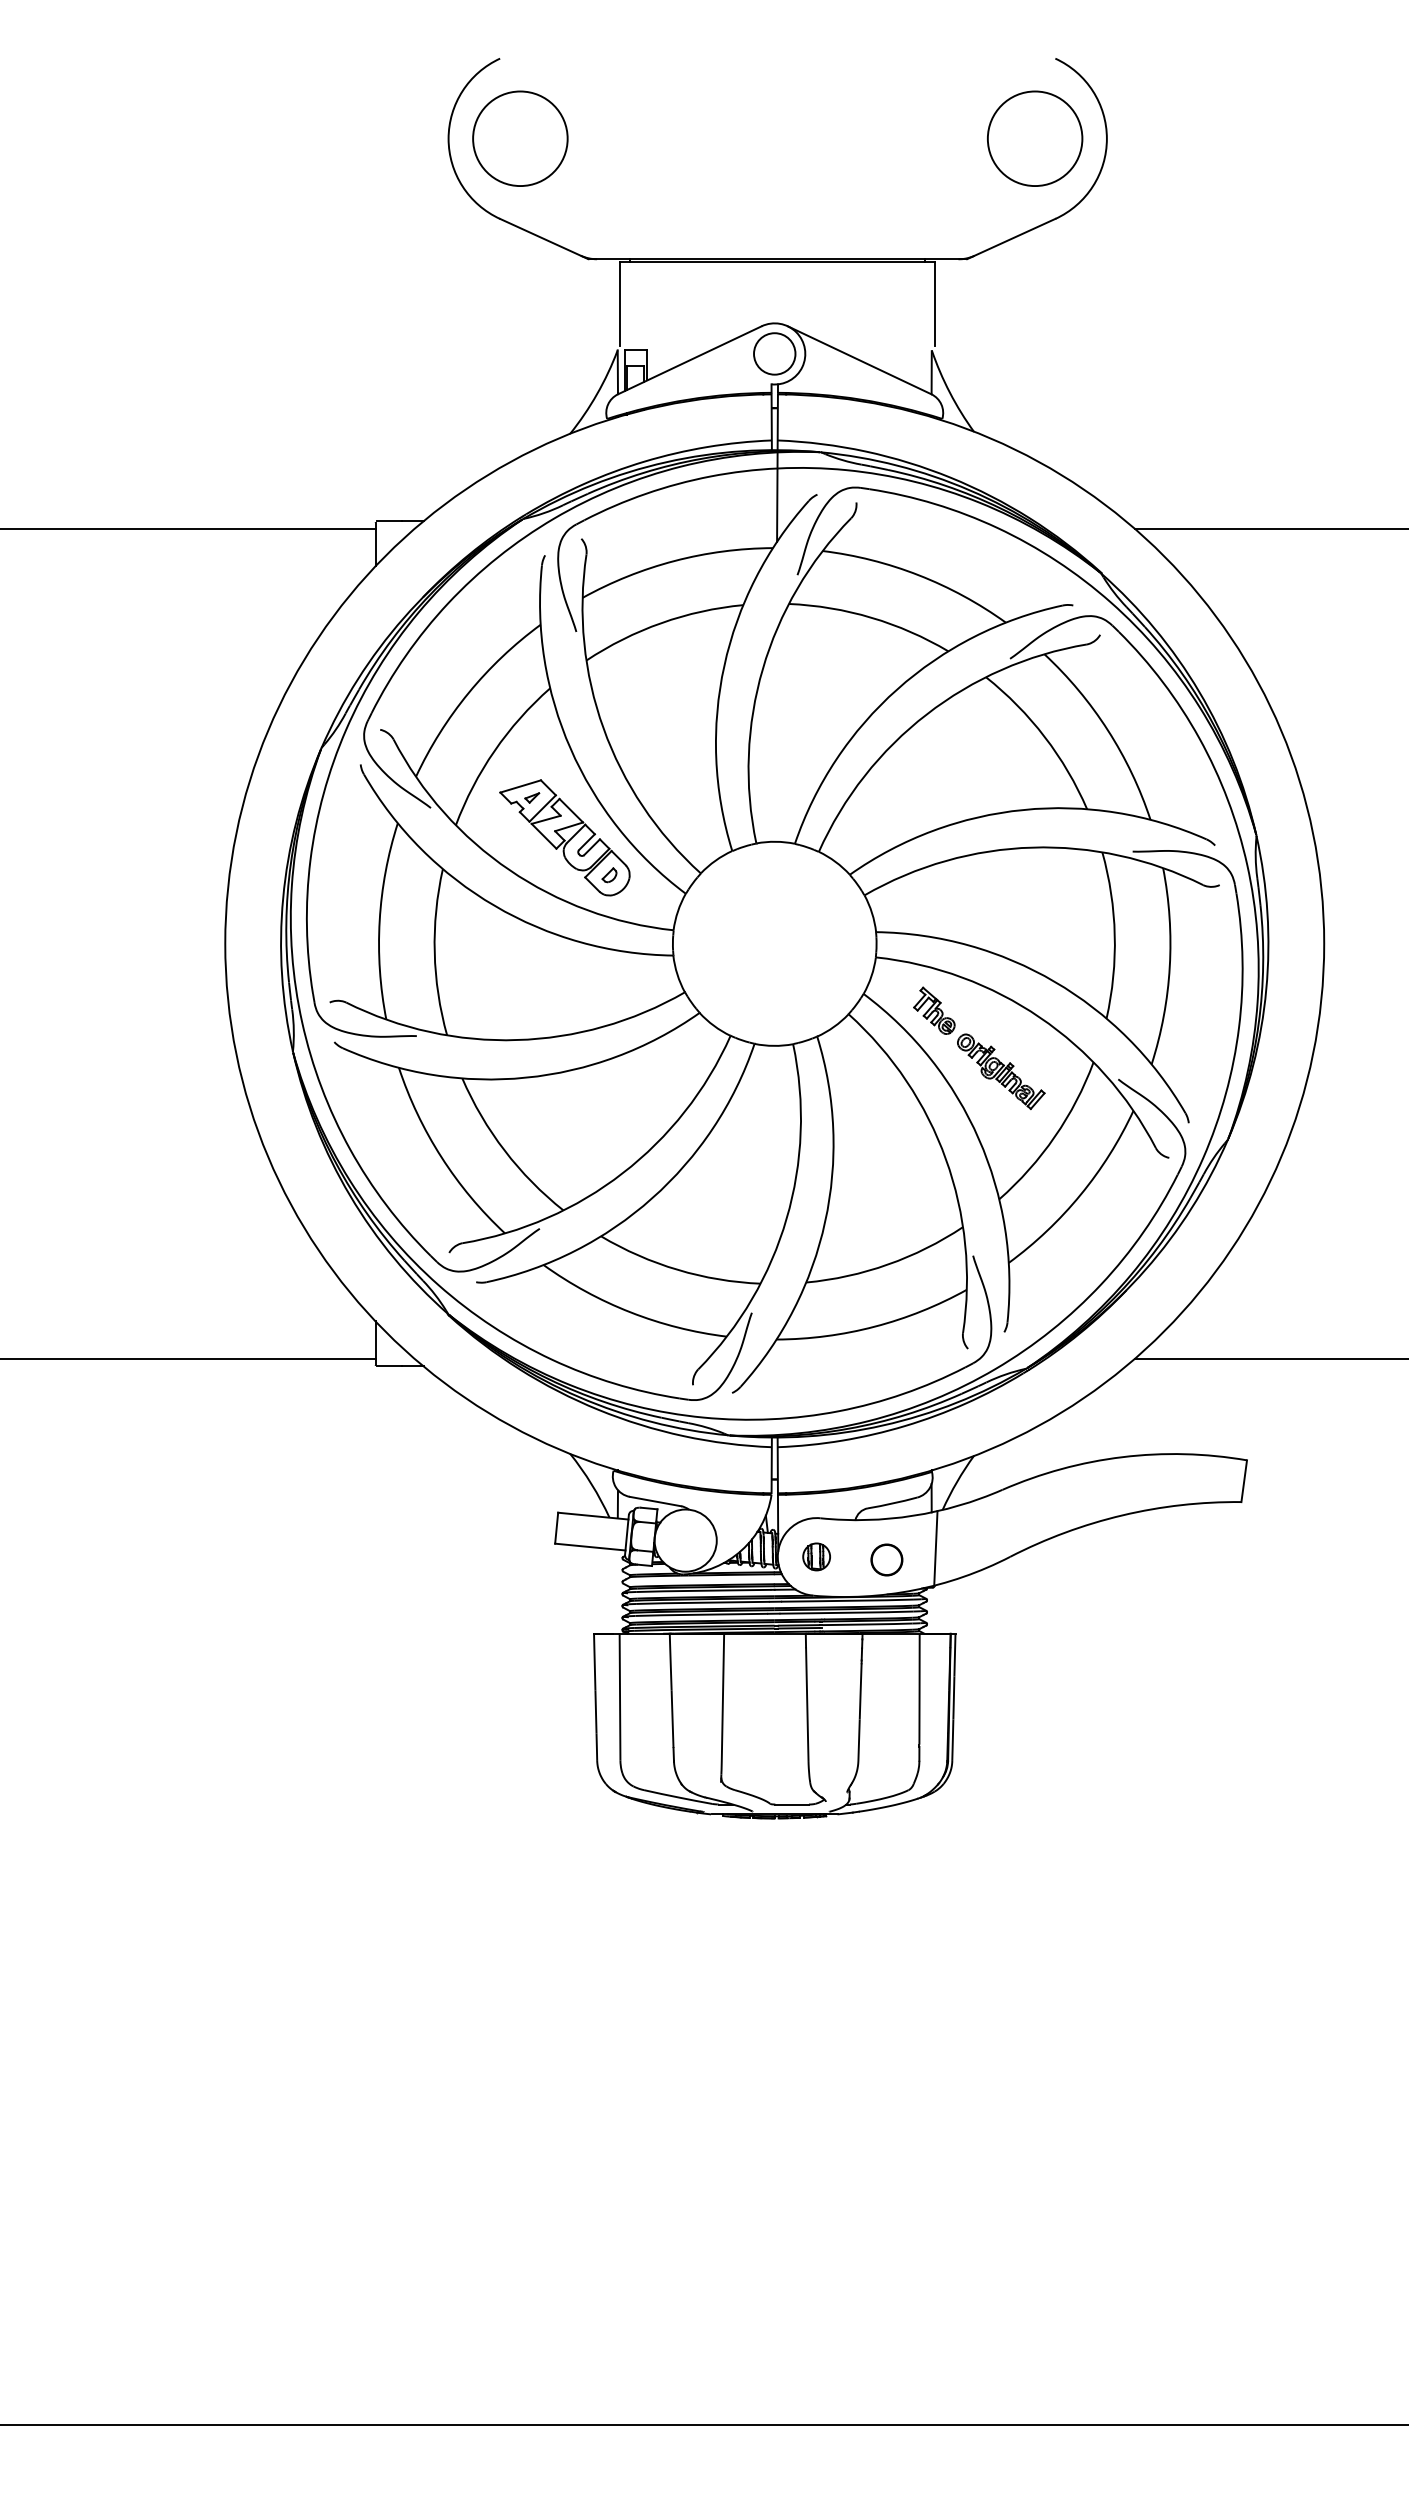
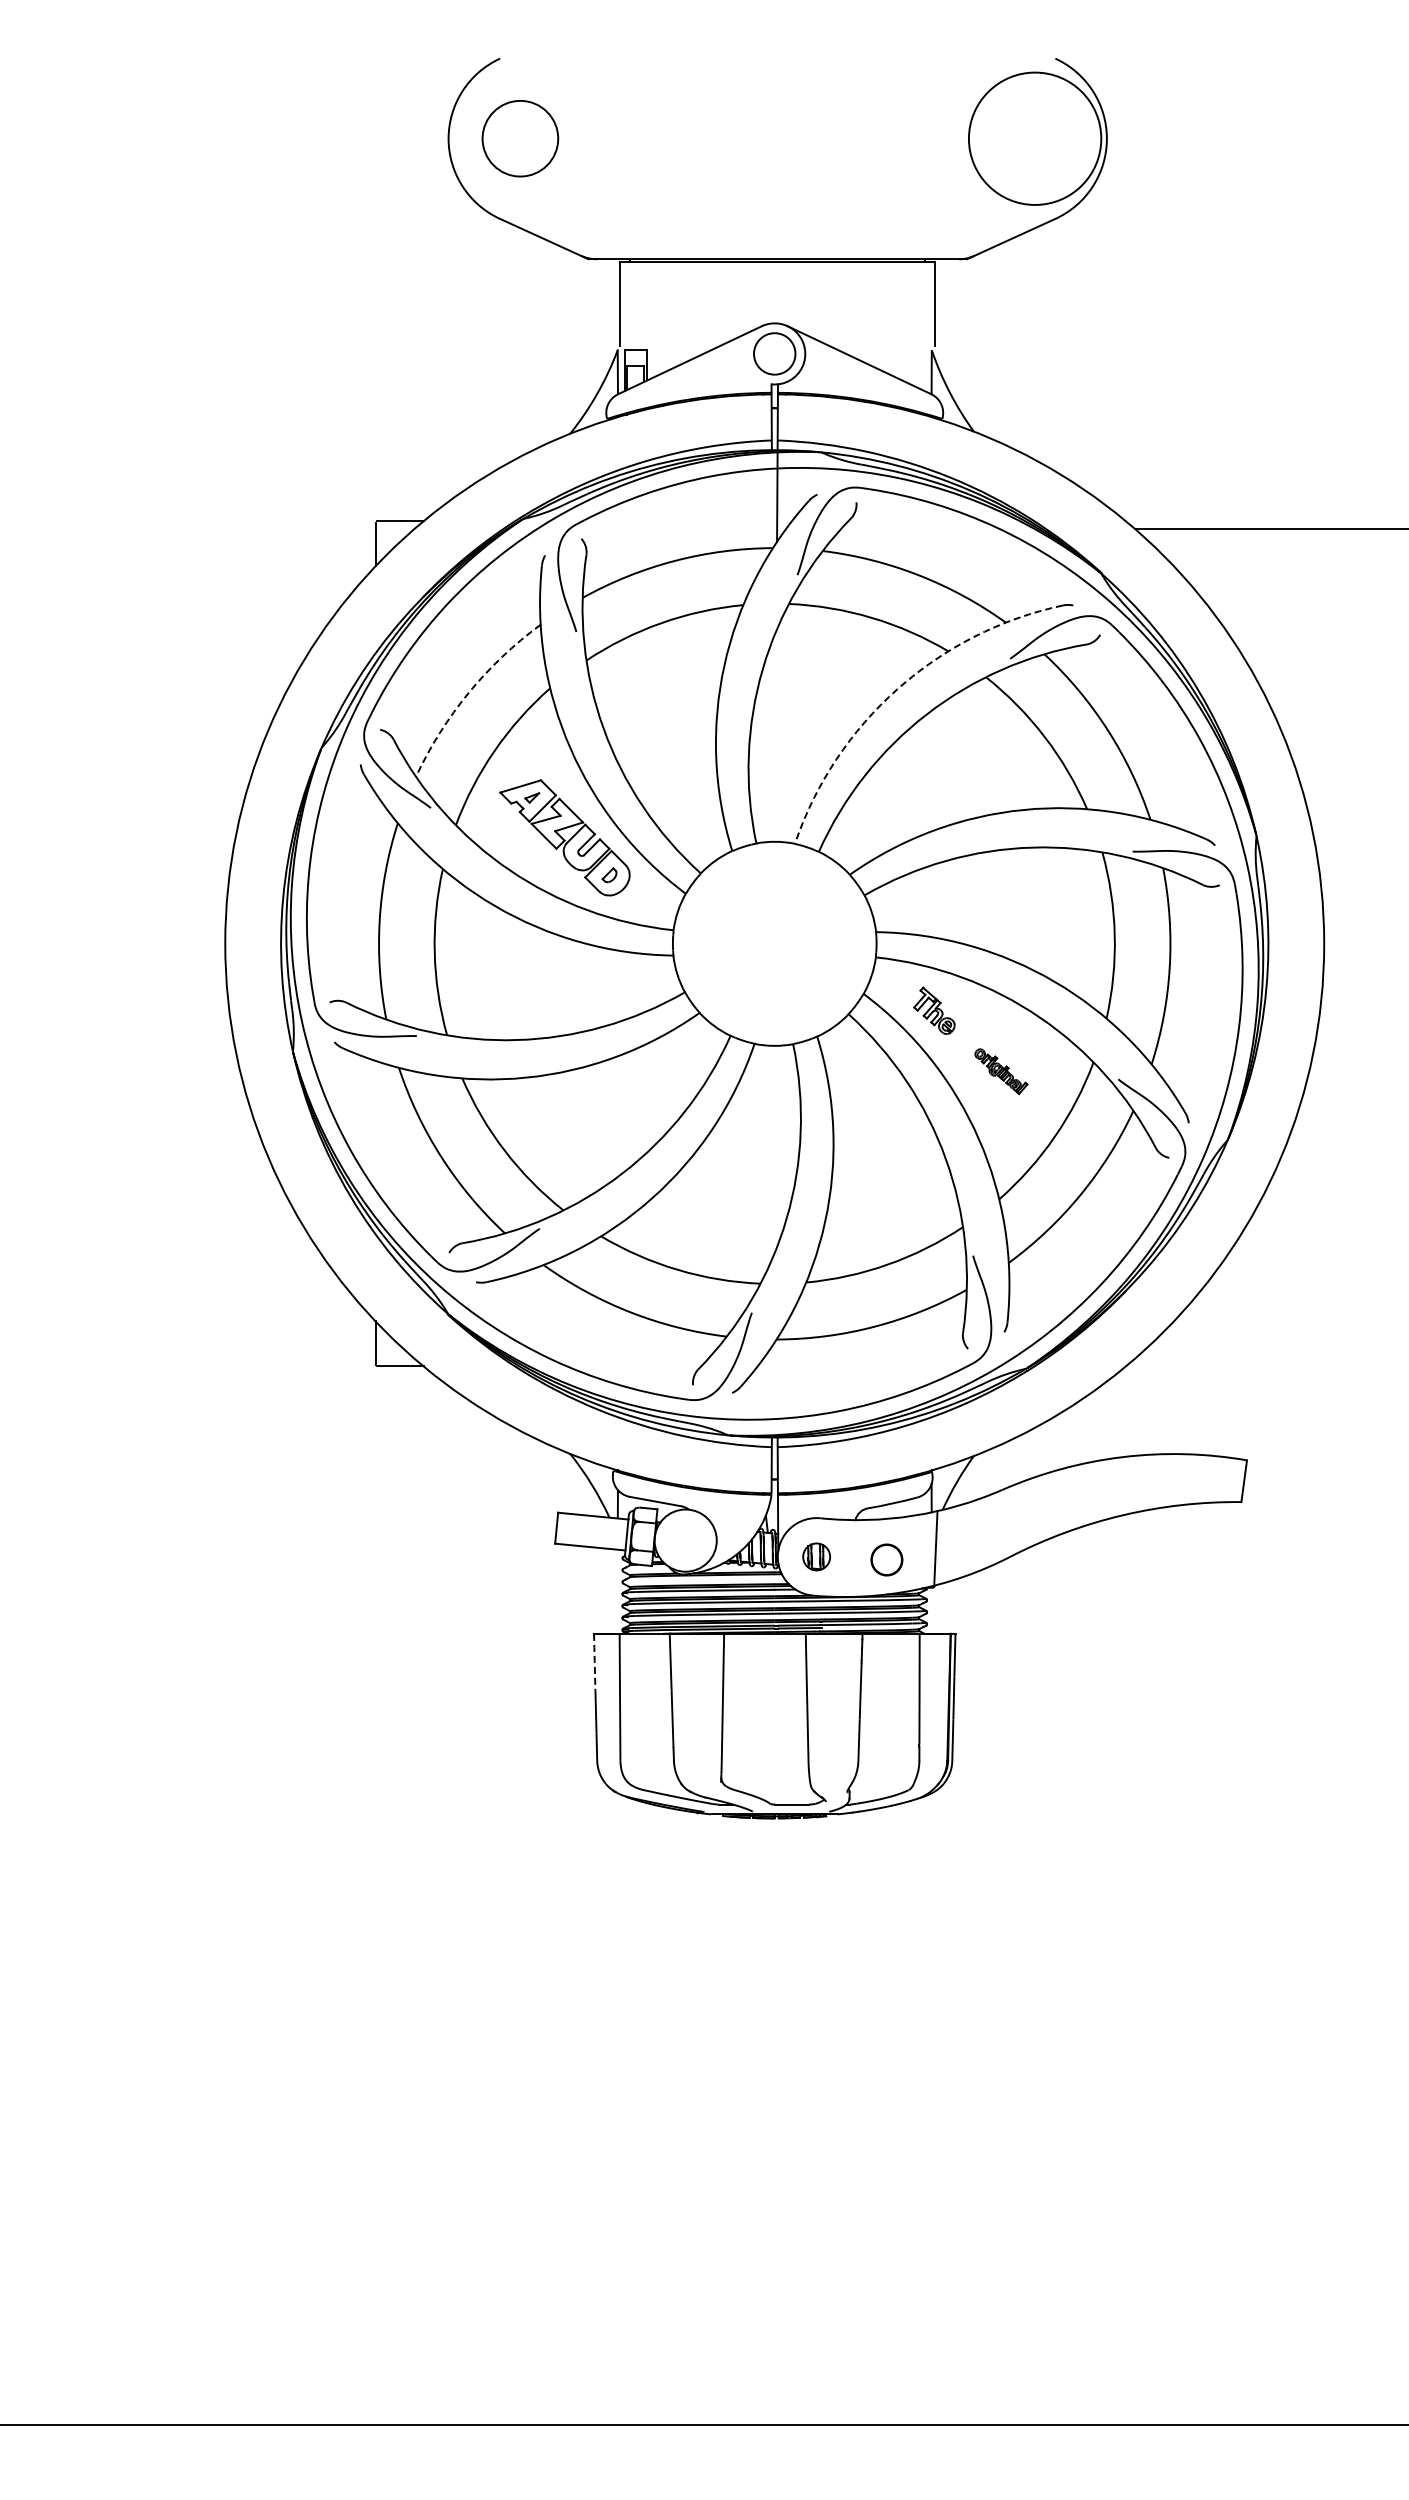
circle at (520, 138) size: 97x97 px -> 79x78 px
circle at (1034, 138) diameter: 95 px -> 132 px
line at (188, 529): present -> none
arc at (897, 689): solid -> dashed
arc at (468, 692): solid -> dashed
part at (1001, 1071) size: 89x77 px -> 55x48 px
line at (188, 1358): present -> none
line at (1270, 1358): present -> none
line at (594, 1661): solid -> dashed
